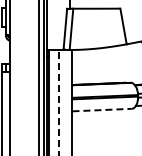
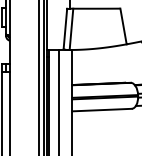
line at (58, 102): dashed -> solid
line at (102, 110): dashed -> solid
